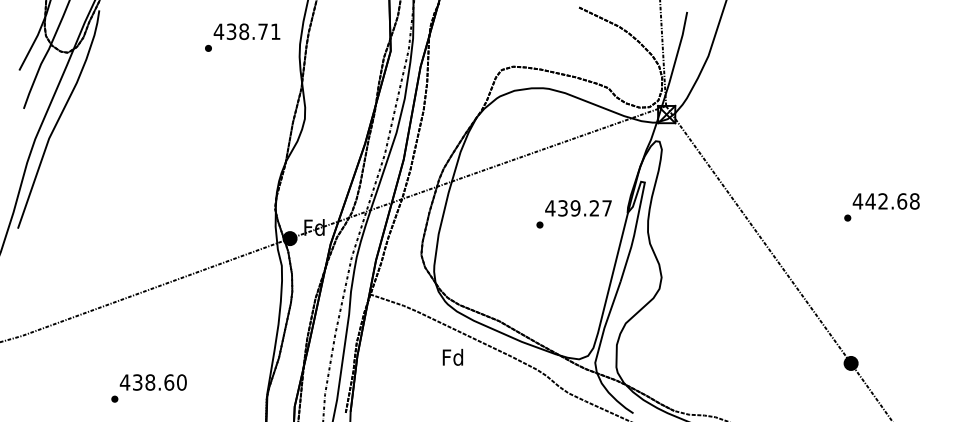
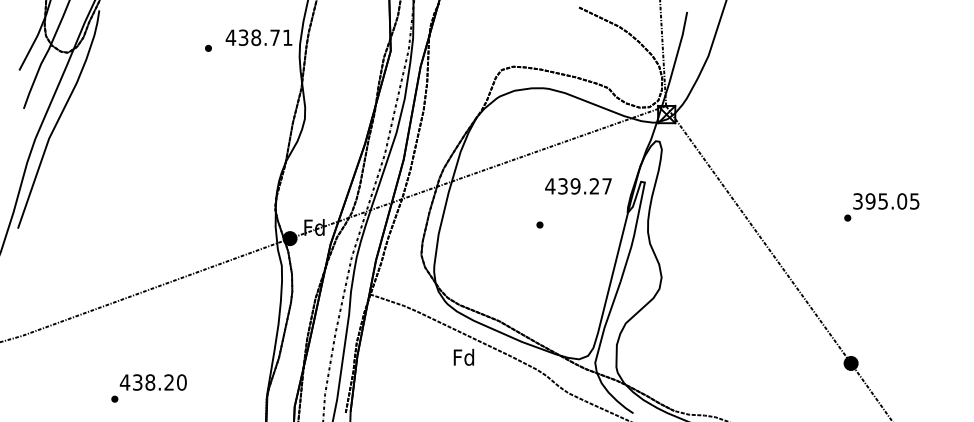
text at (246, 31) position: (246, 31) -> (258, 37)
text at (885, 201): 442.68 -> 395.05
text at (578, 208) position: (578, 208) -> (578, 186)
text at (452, 357) position: (452, 357) -> (463, 357)
text at (169, 382): 438.60 -> 438.20
